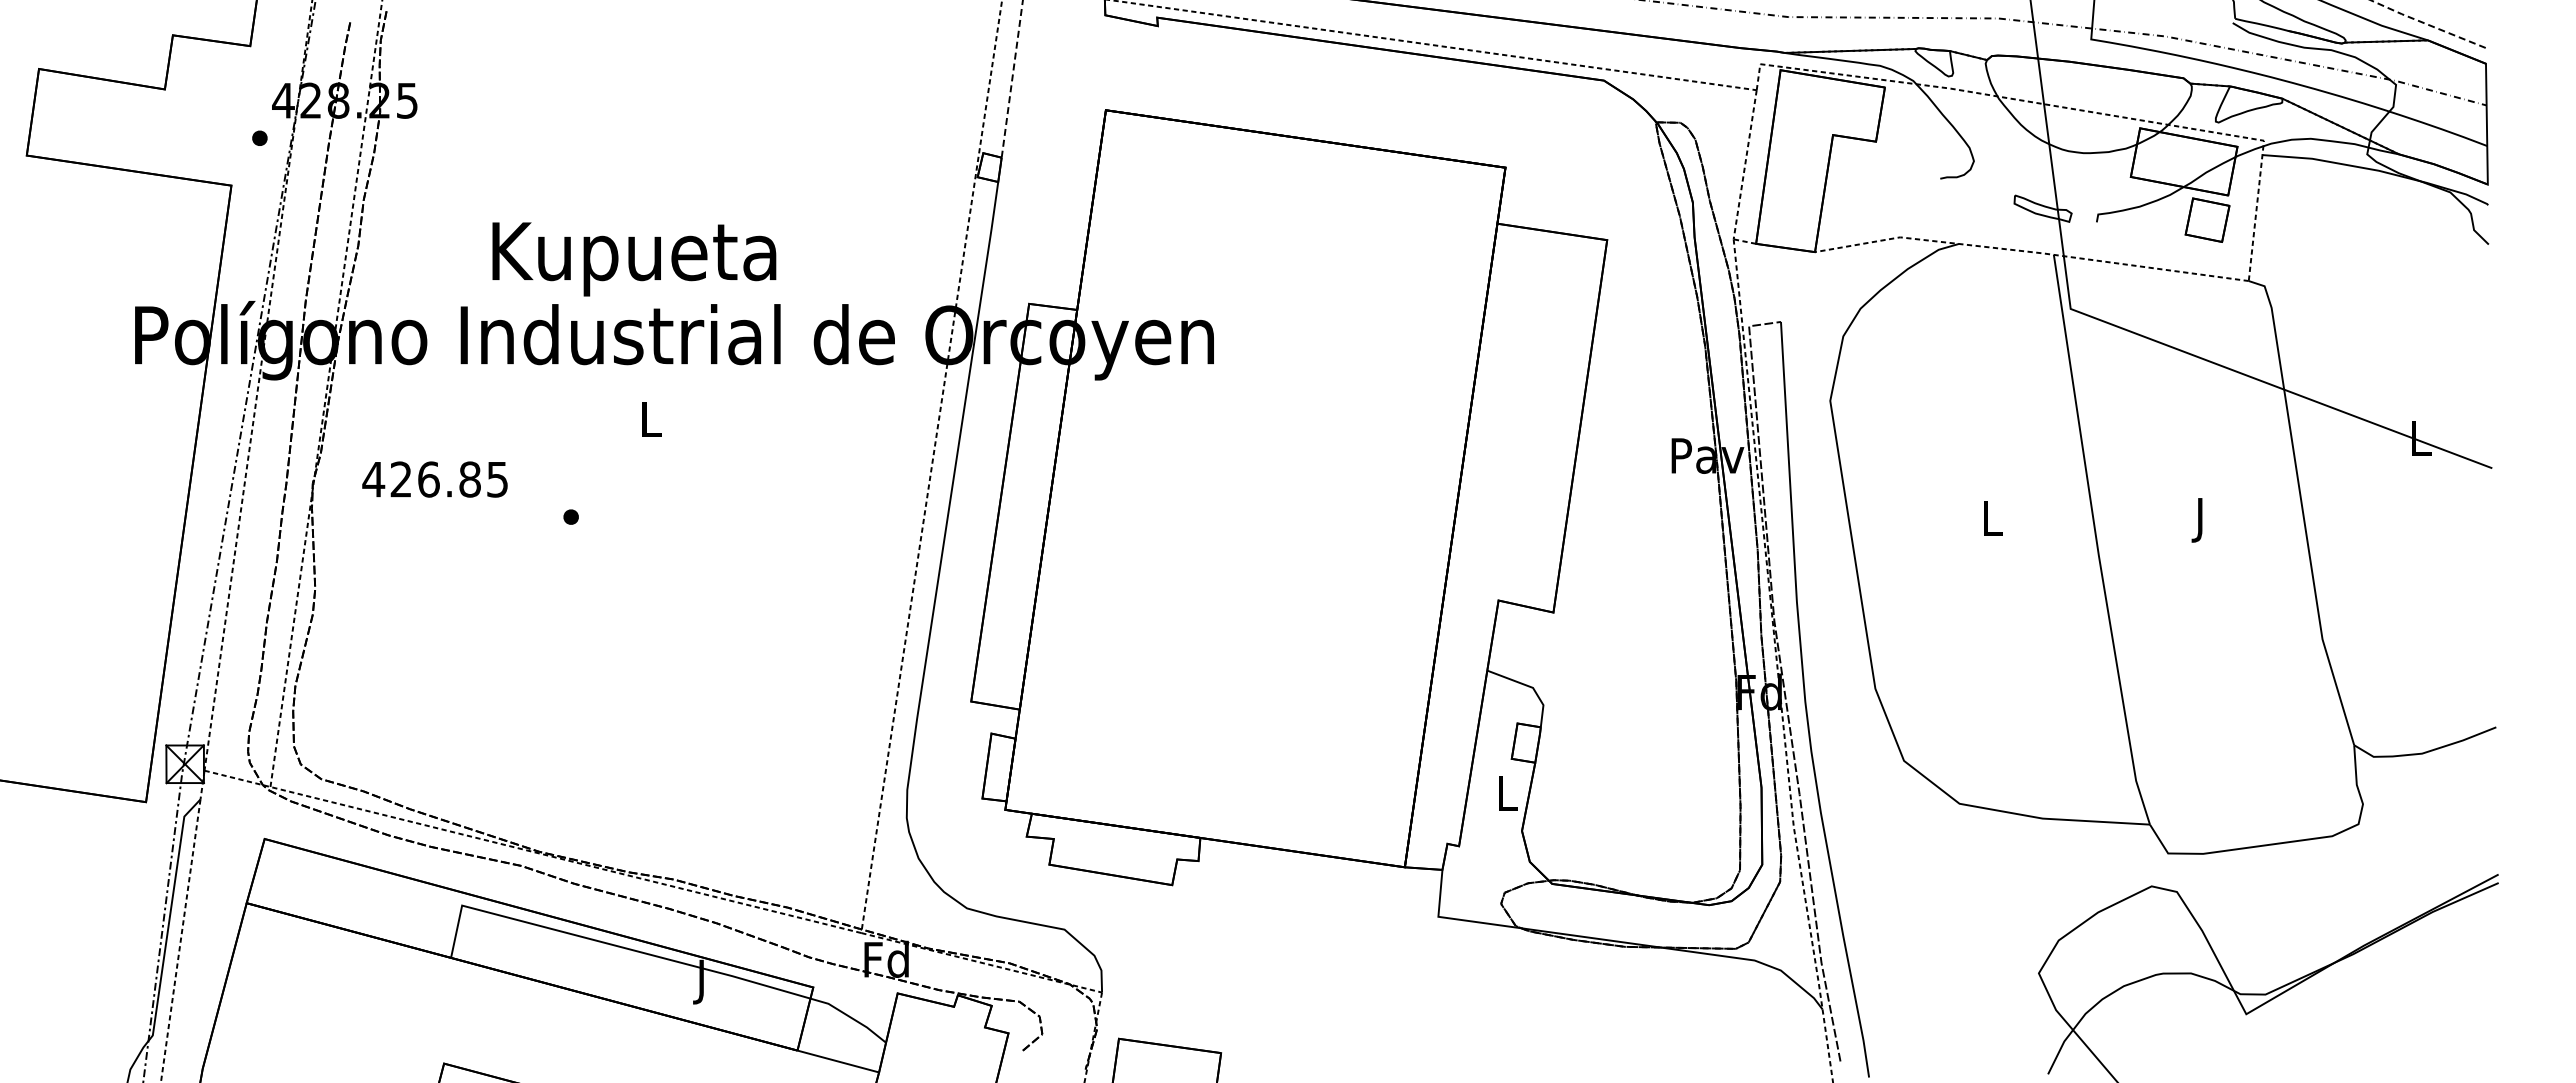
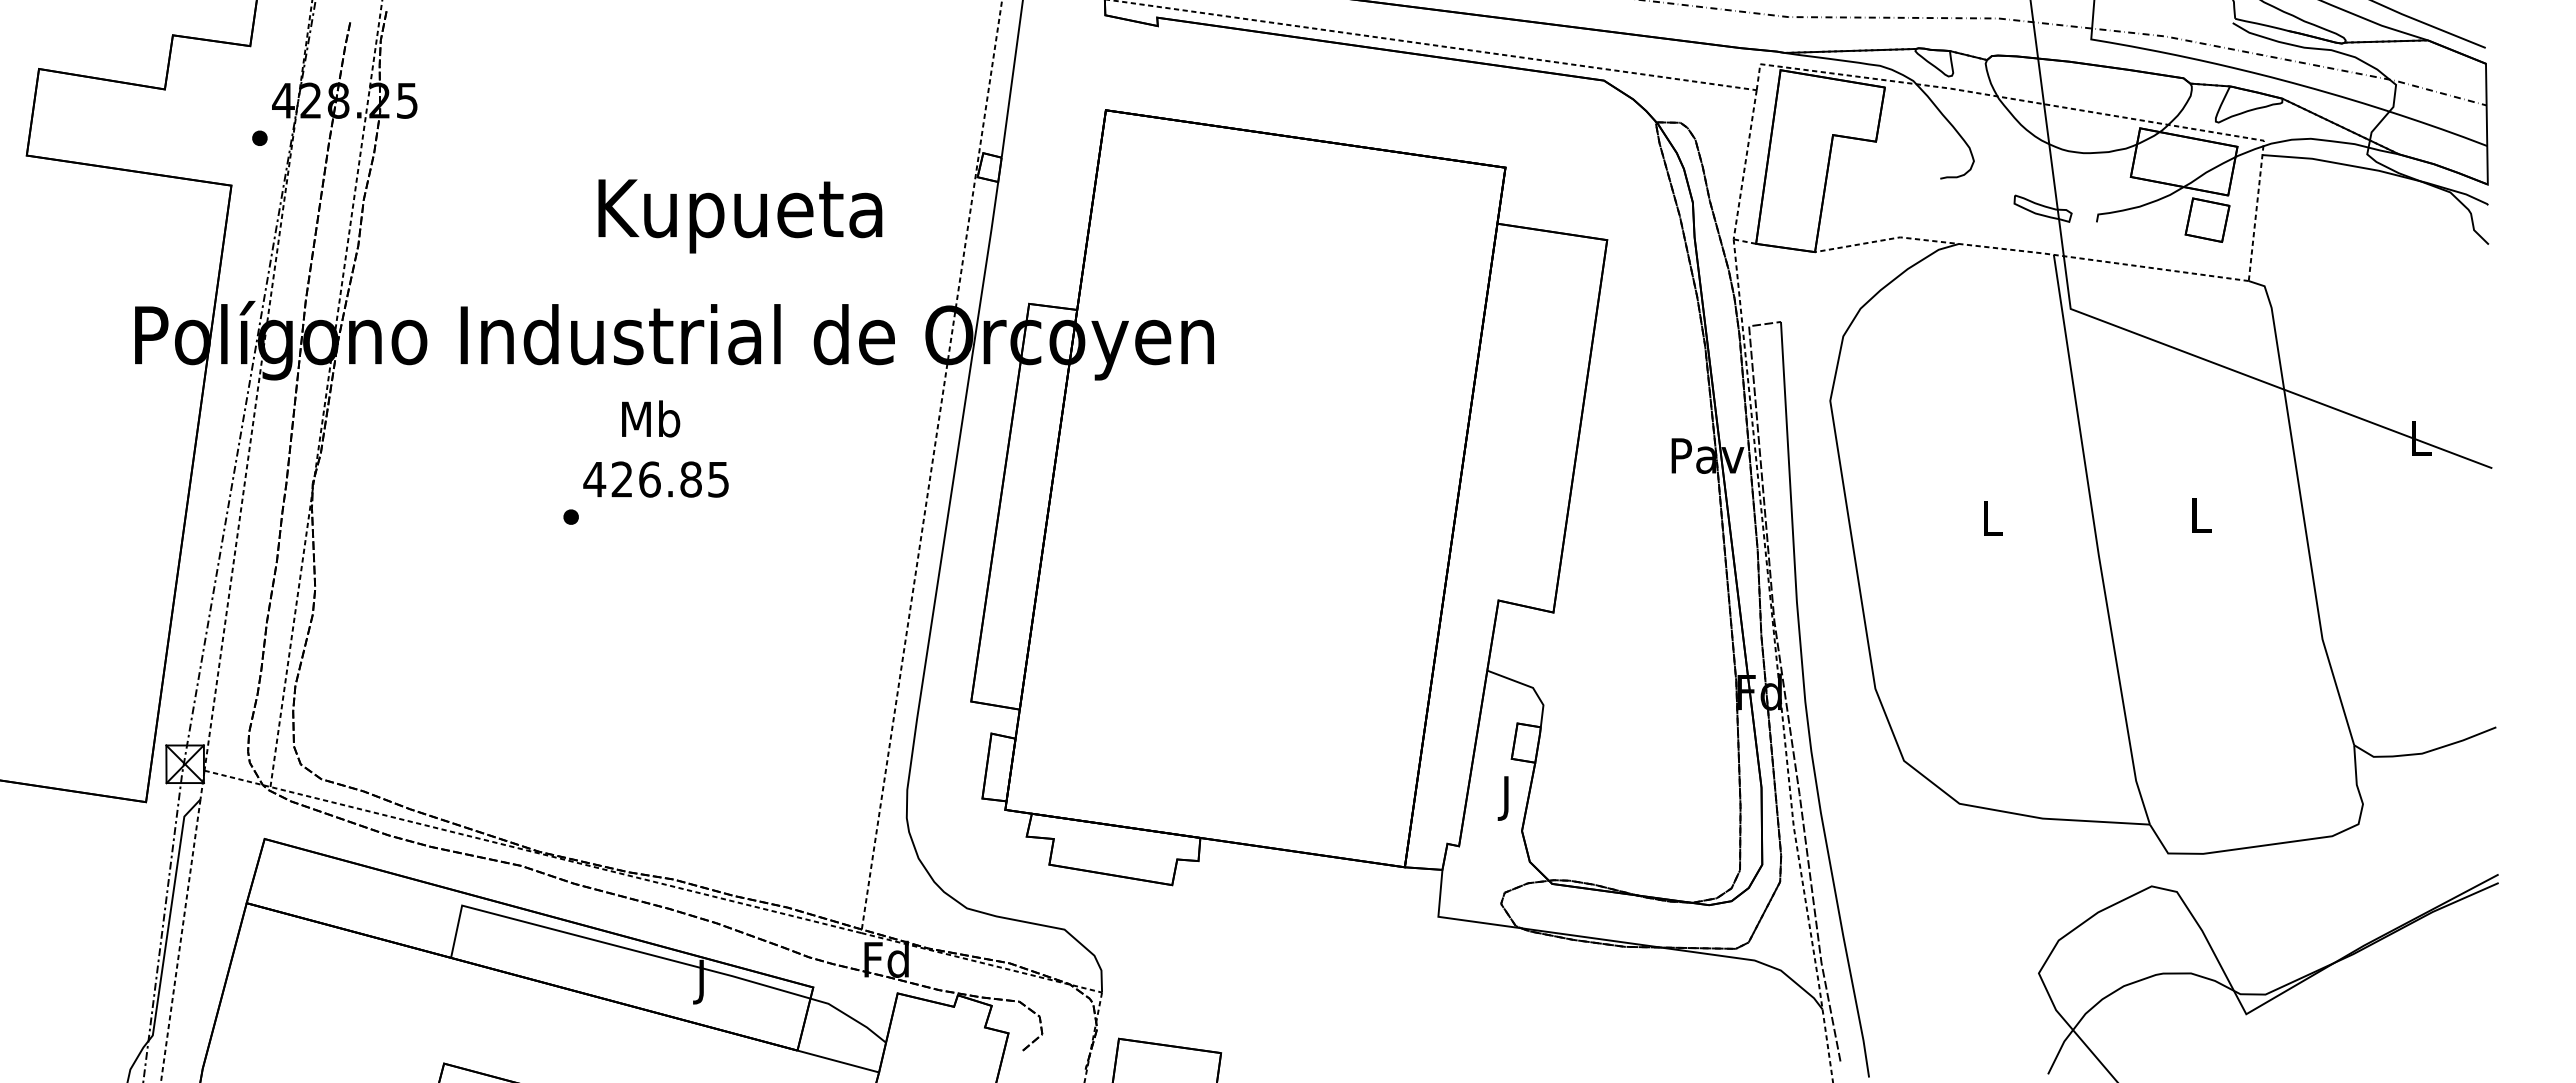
line at (2427, 24): dashed -> solid
line at (1012, 78): dashed -> solid
text at (634, 259) position: (634, 259) -> (740, 216)
text at (651, 418): L -> Mb
text at (434, 479) position: (434, 479) -> (655, 479)
text at (2201, 520): J -> L
text at (1507, 798): L -> J
